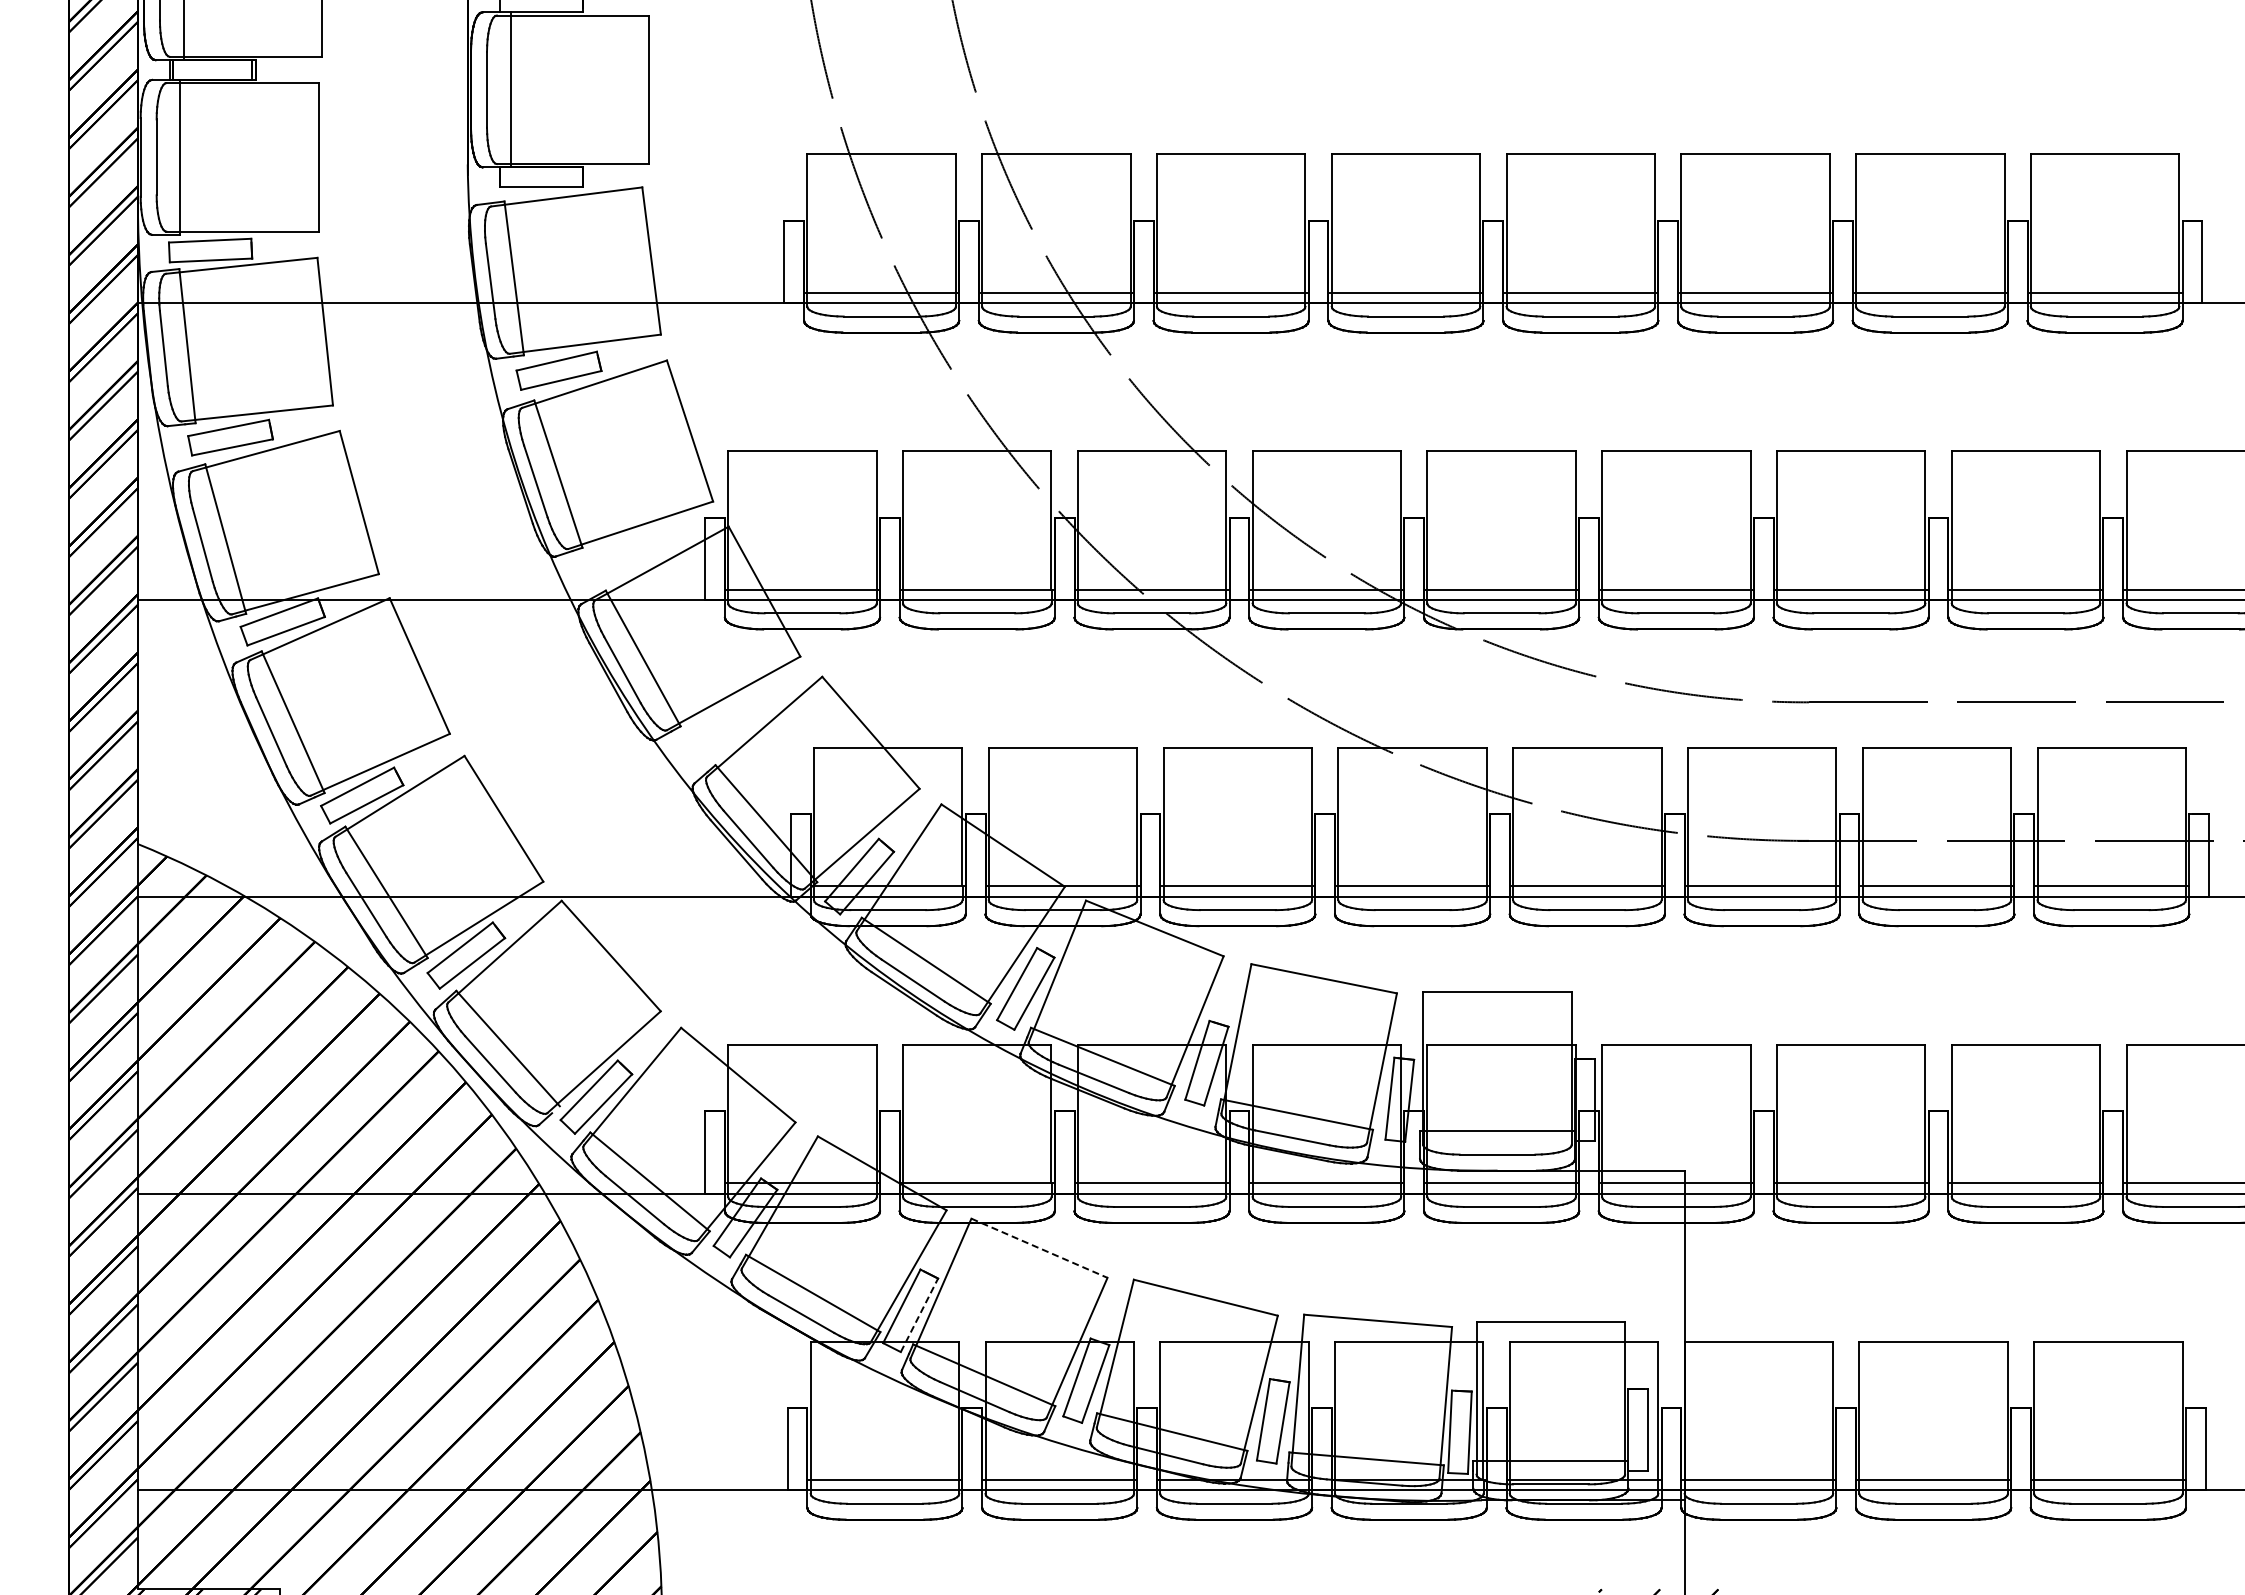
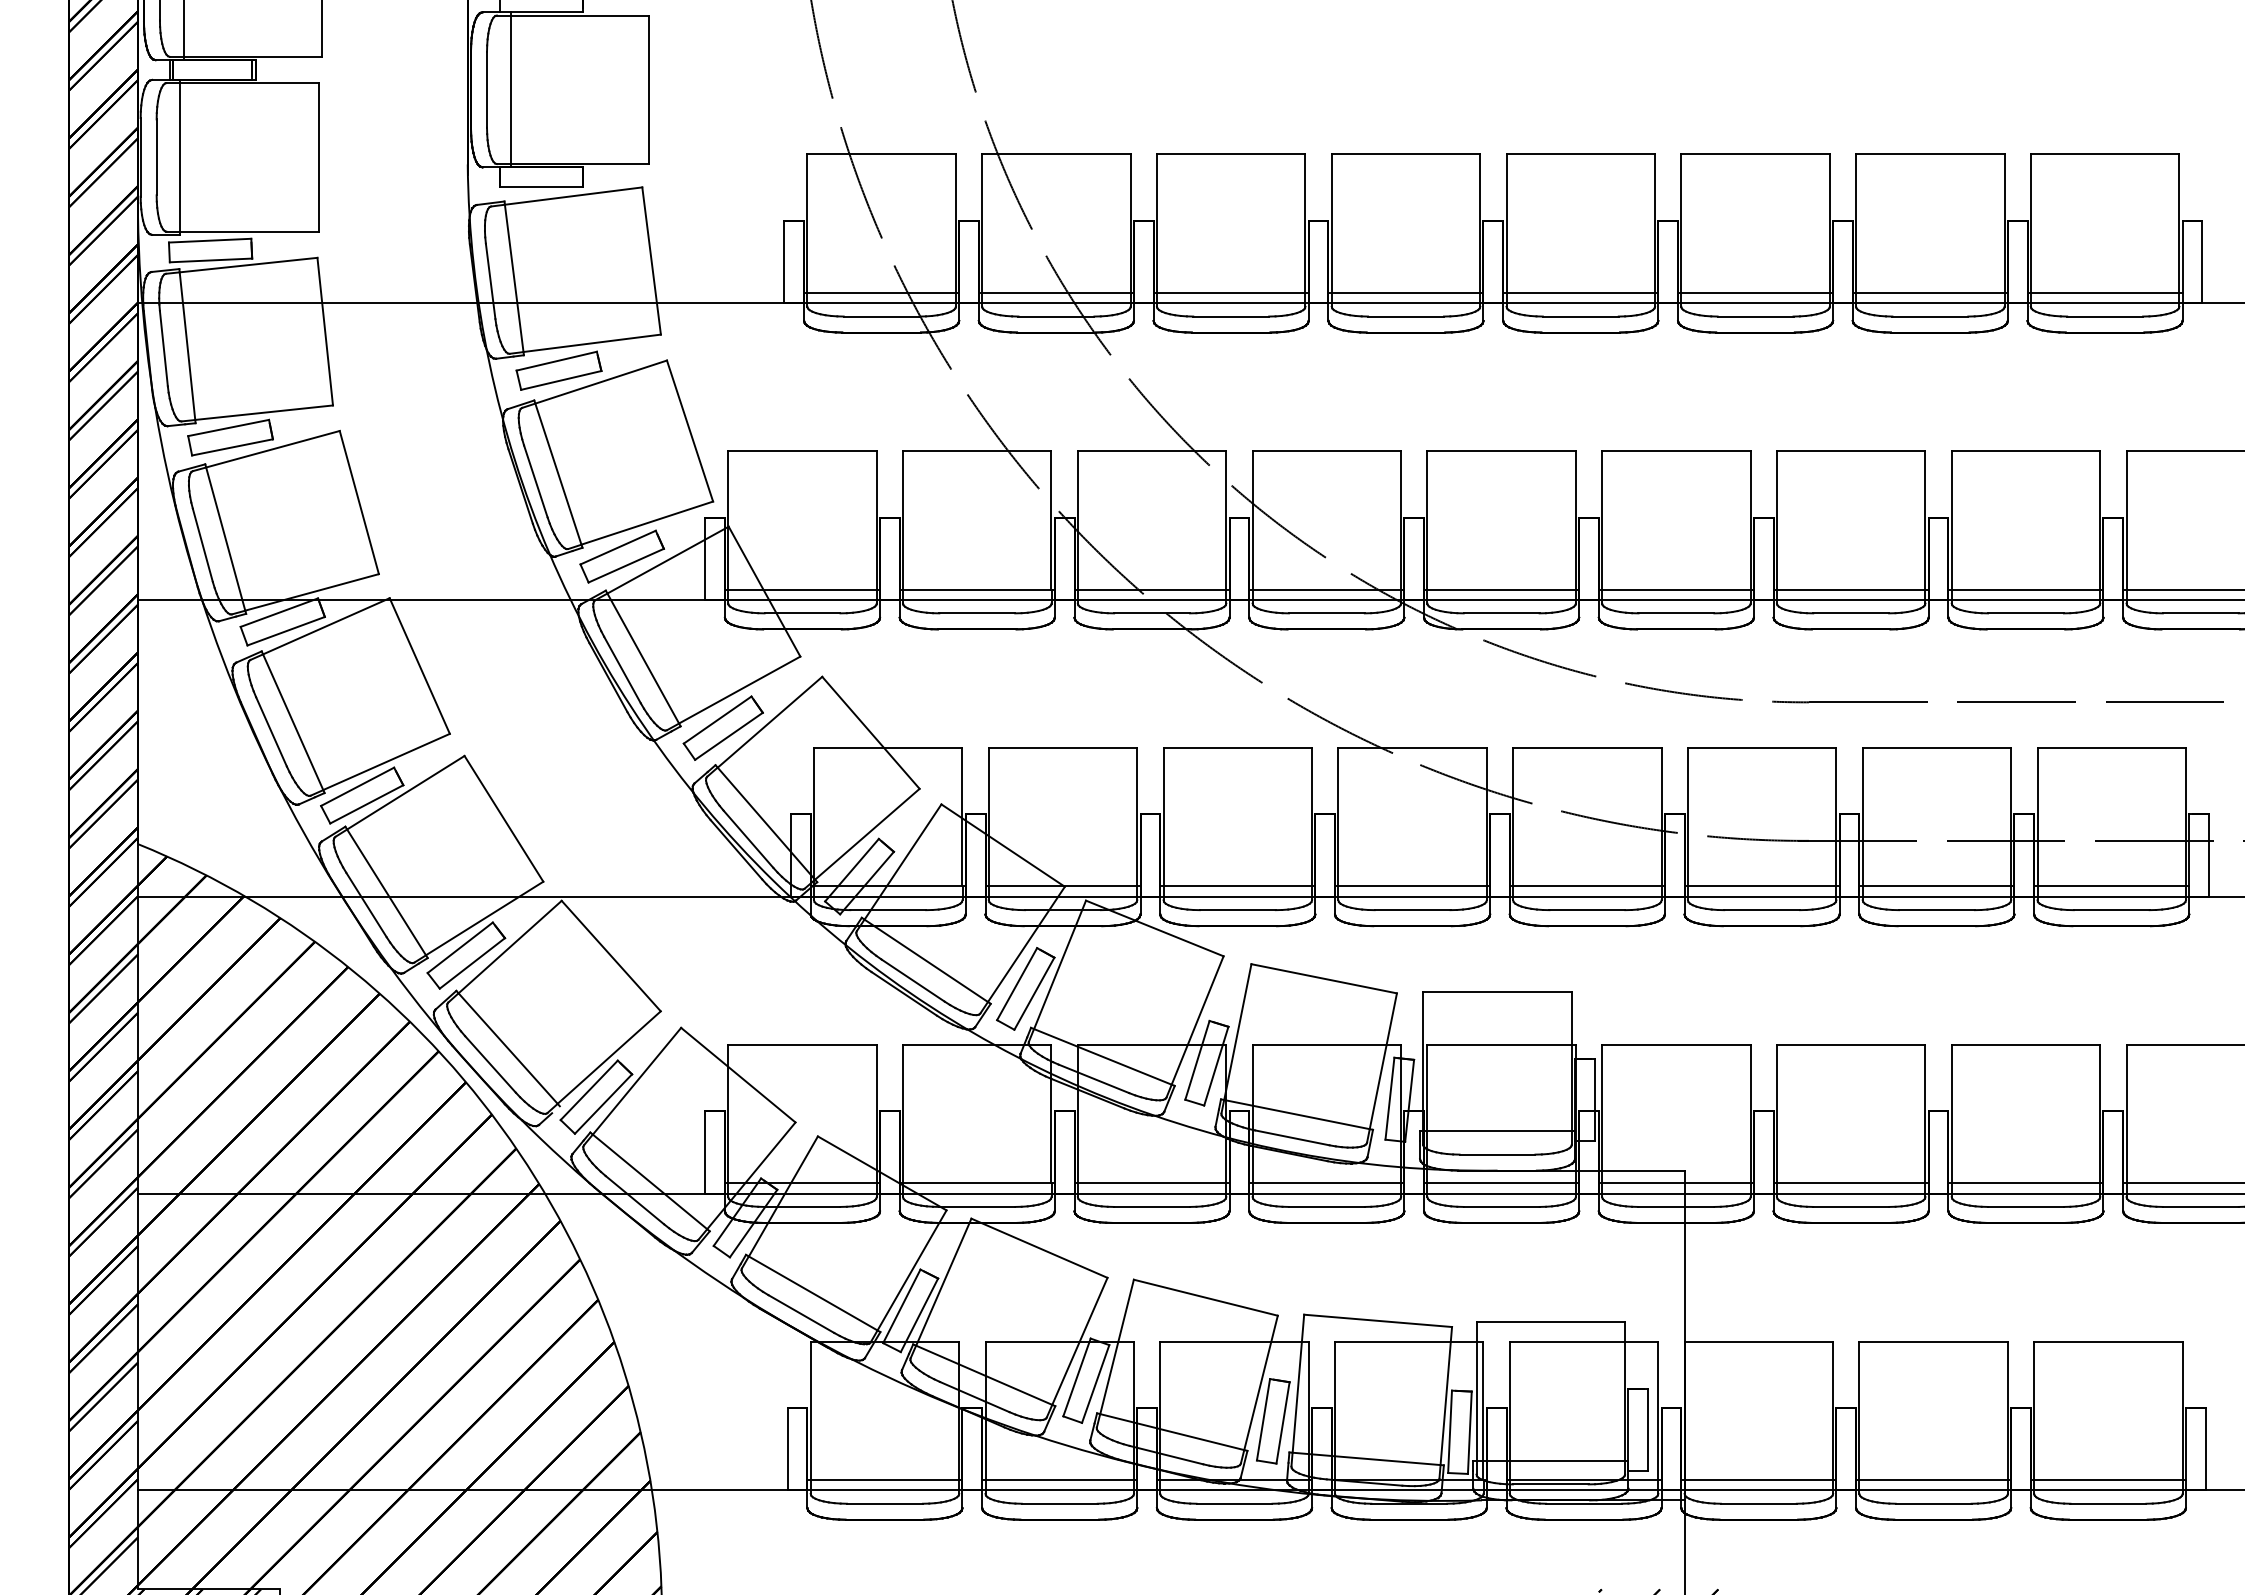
part at (621, 556): none -> present
part at (722, 727): none -> present
line at (1039, 1248): dashed -> solid
line at (919, 1314): dashed -> solid
